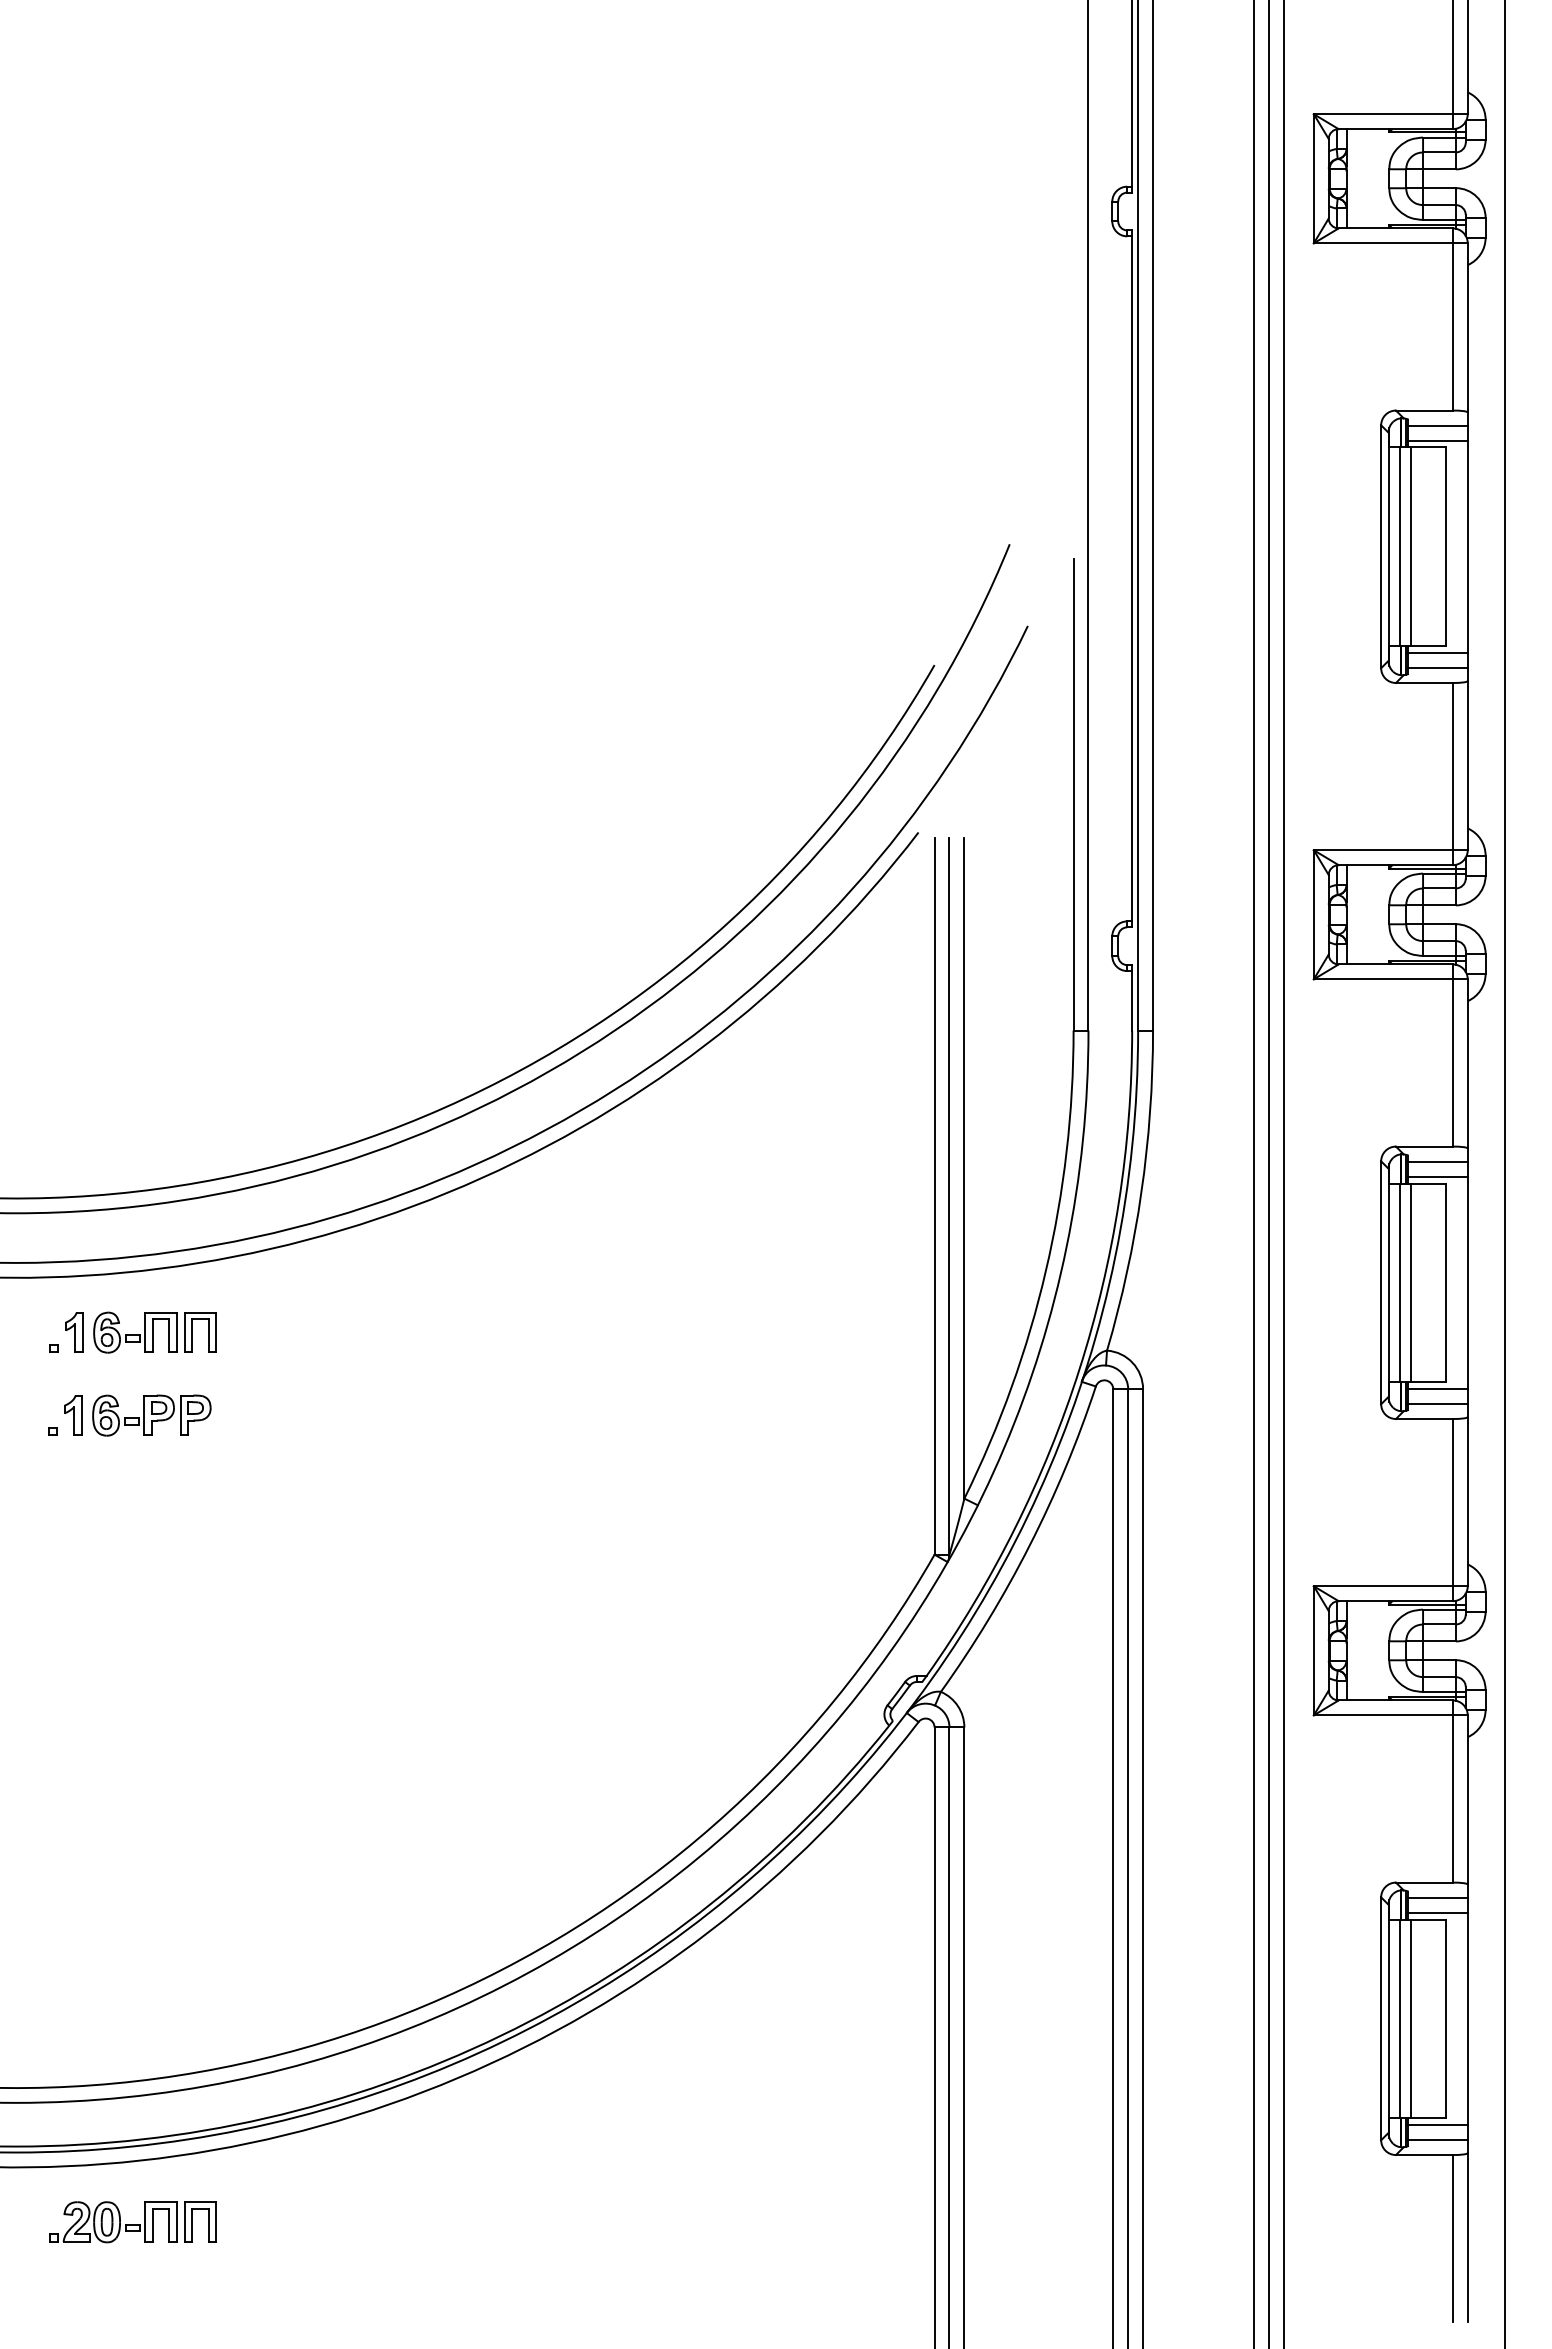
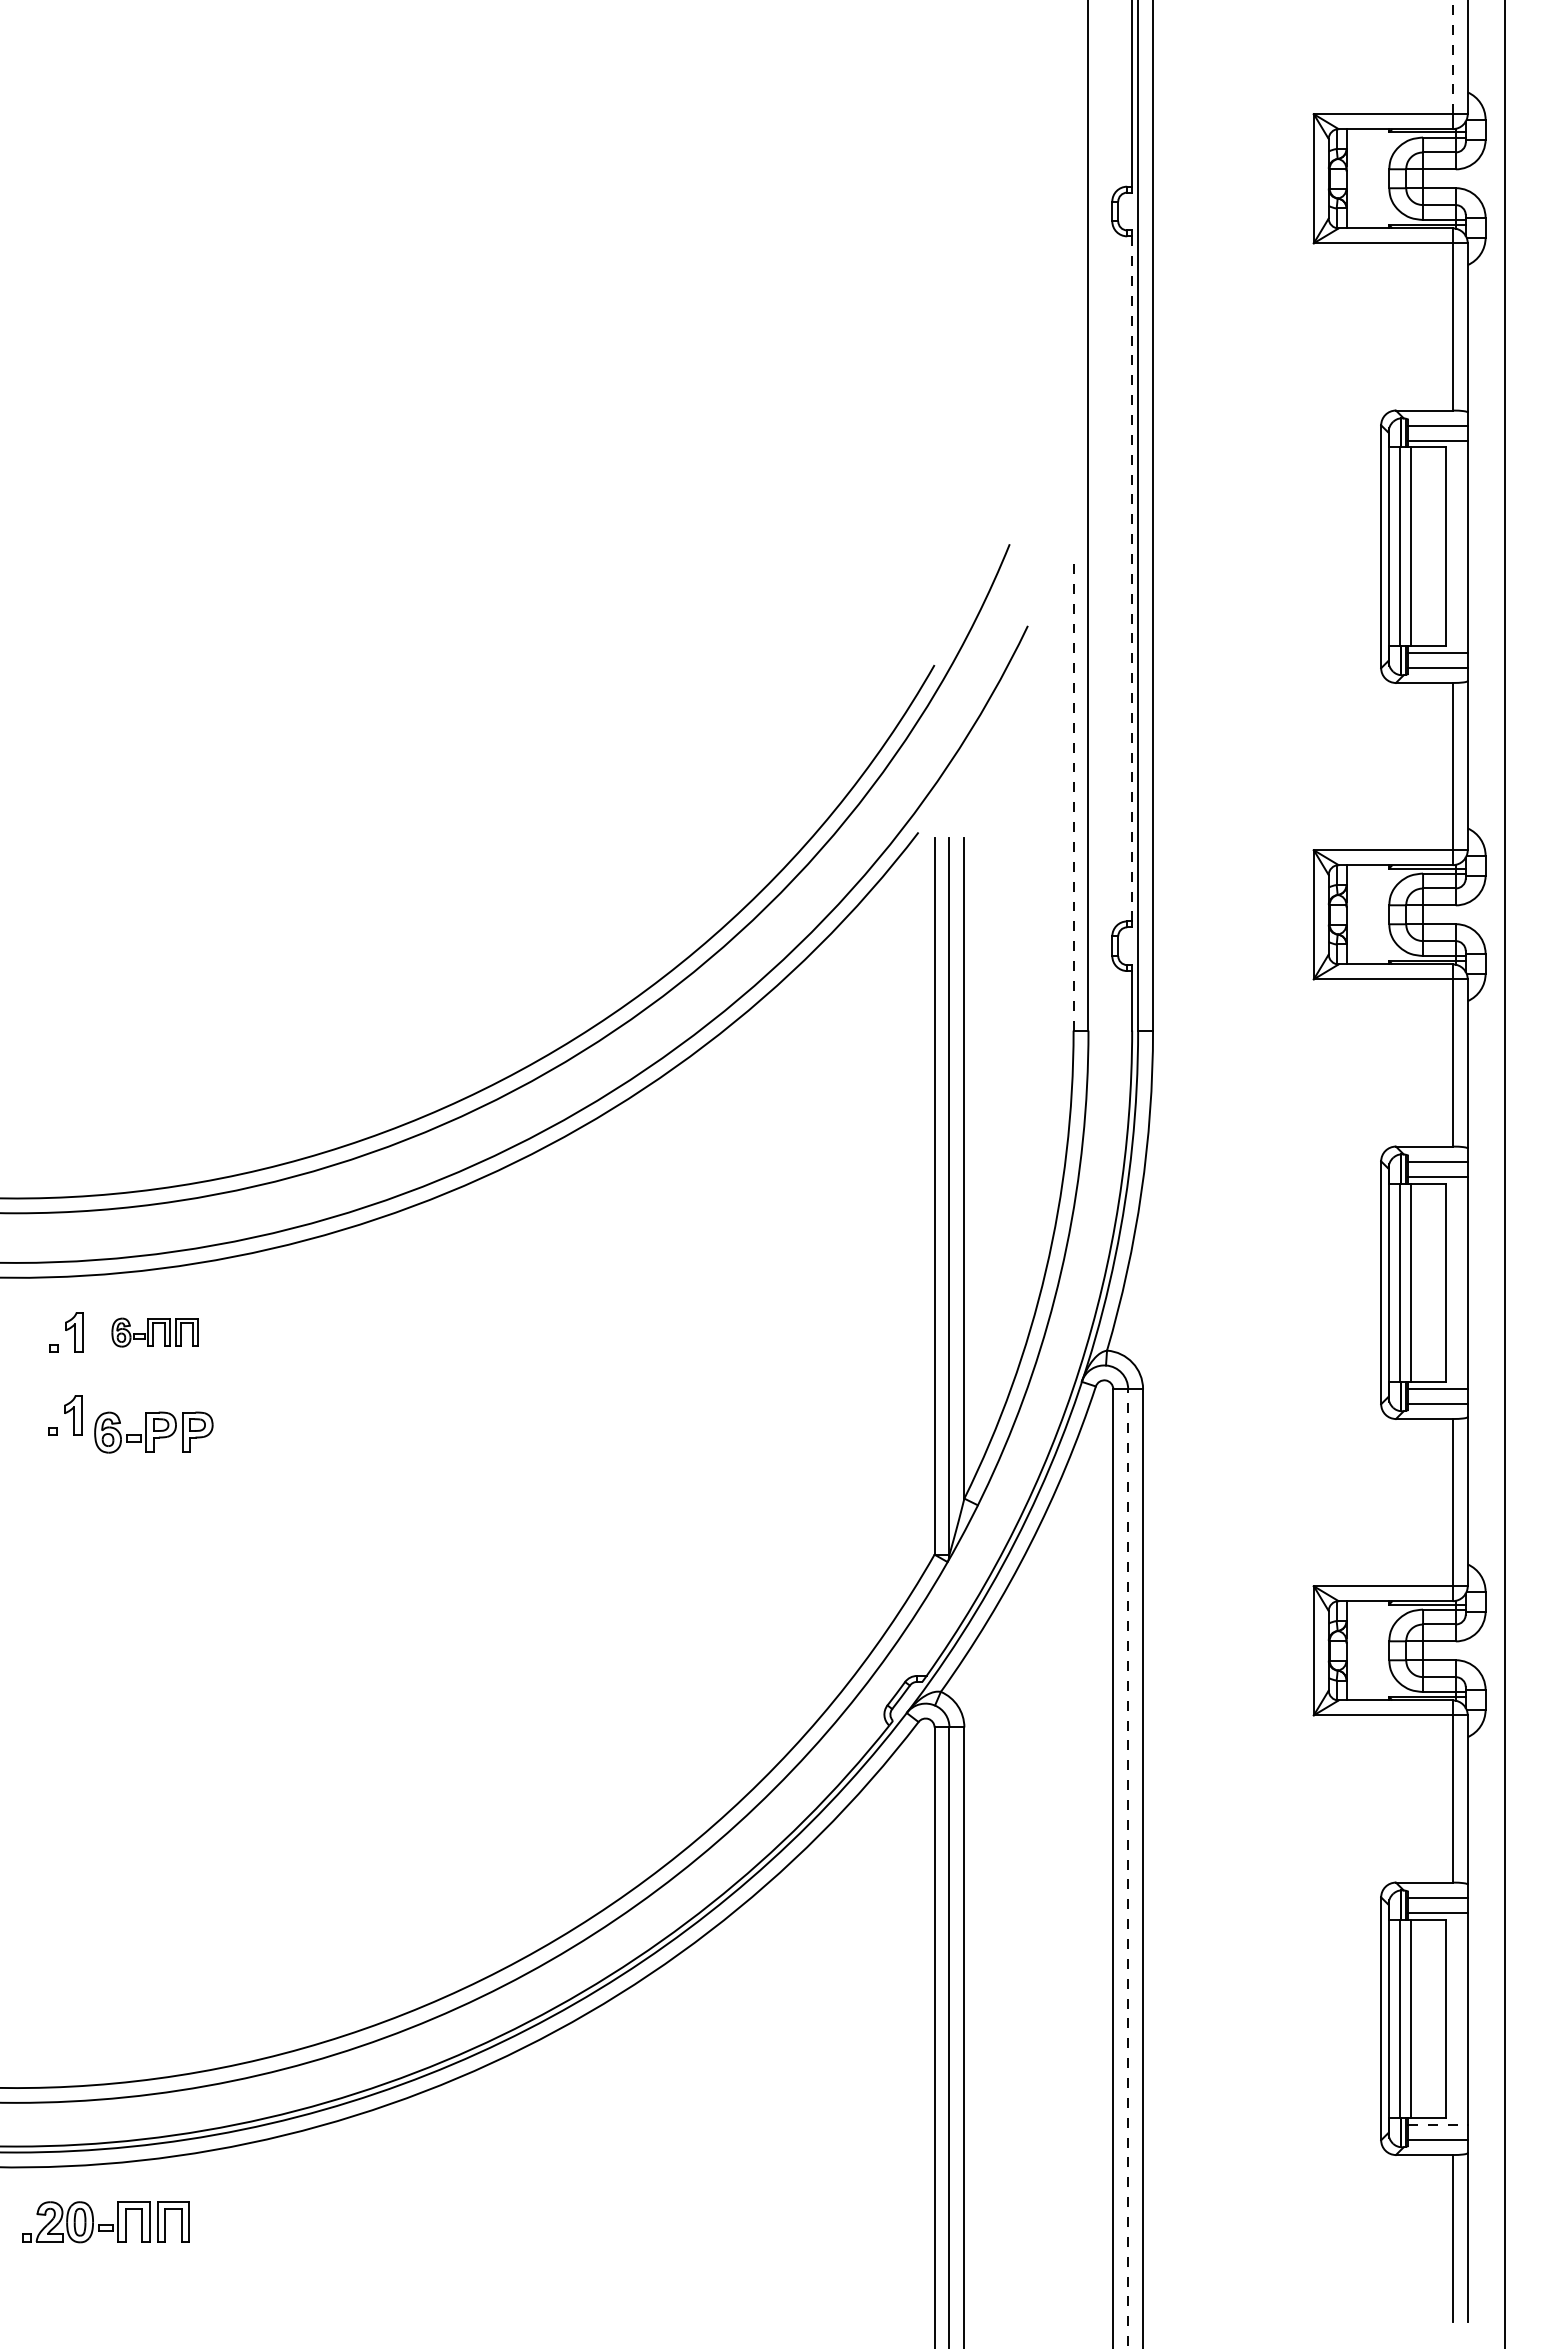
line at (1452, 57): solid -> dashed
line at (1132, 578): solid -> dashed
line at (1073, 794): solid -> dashed
line at (1254, 1173): present -> none
line at (1269, 1173): present -> none
line at (1284, 1173): present -> none
part at (154, 1332) size: 124x43 px -> 88x31 px
part at (151, 1415) position: (151, 1415) -> (153, 1432)
line at (1128, 1868): solid -> dashed
line at (1437, 2124): solid -> dashed
part at (132, 2222) position: (132, 2222) -> (105, 2222)
